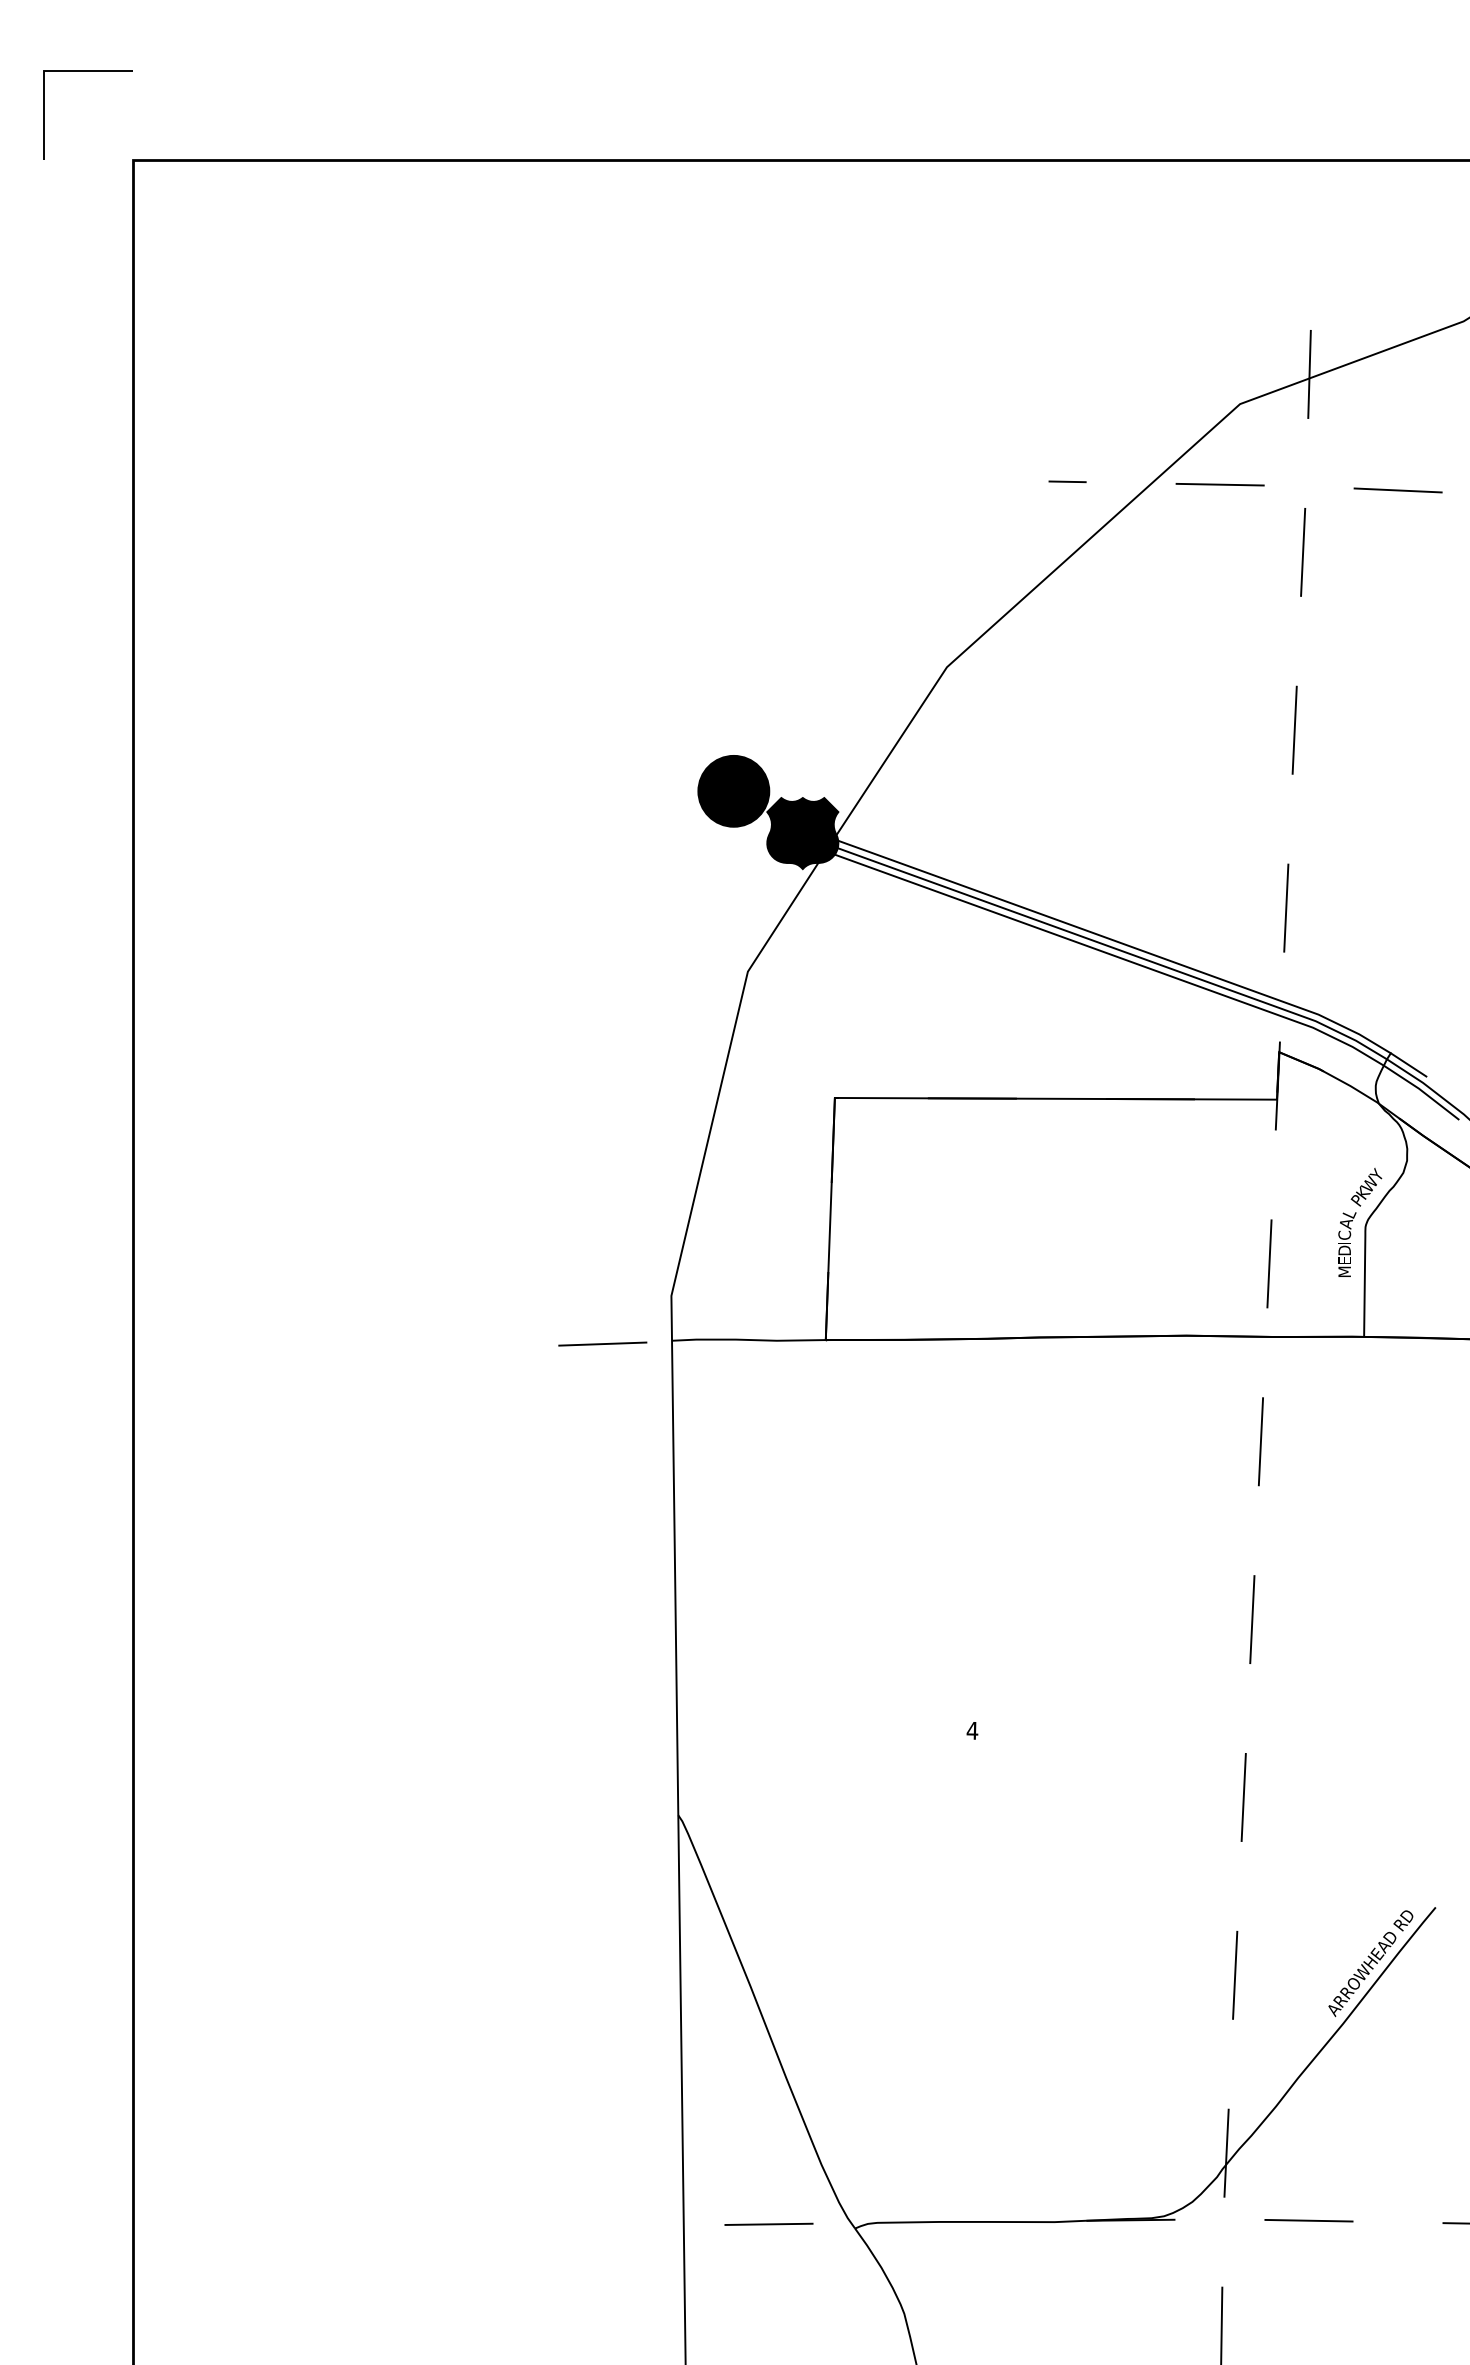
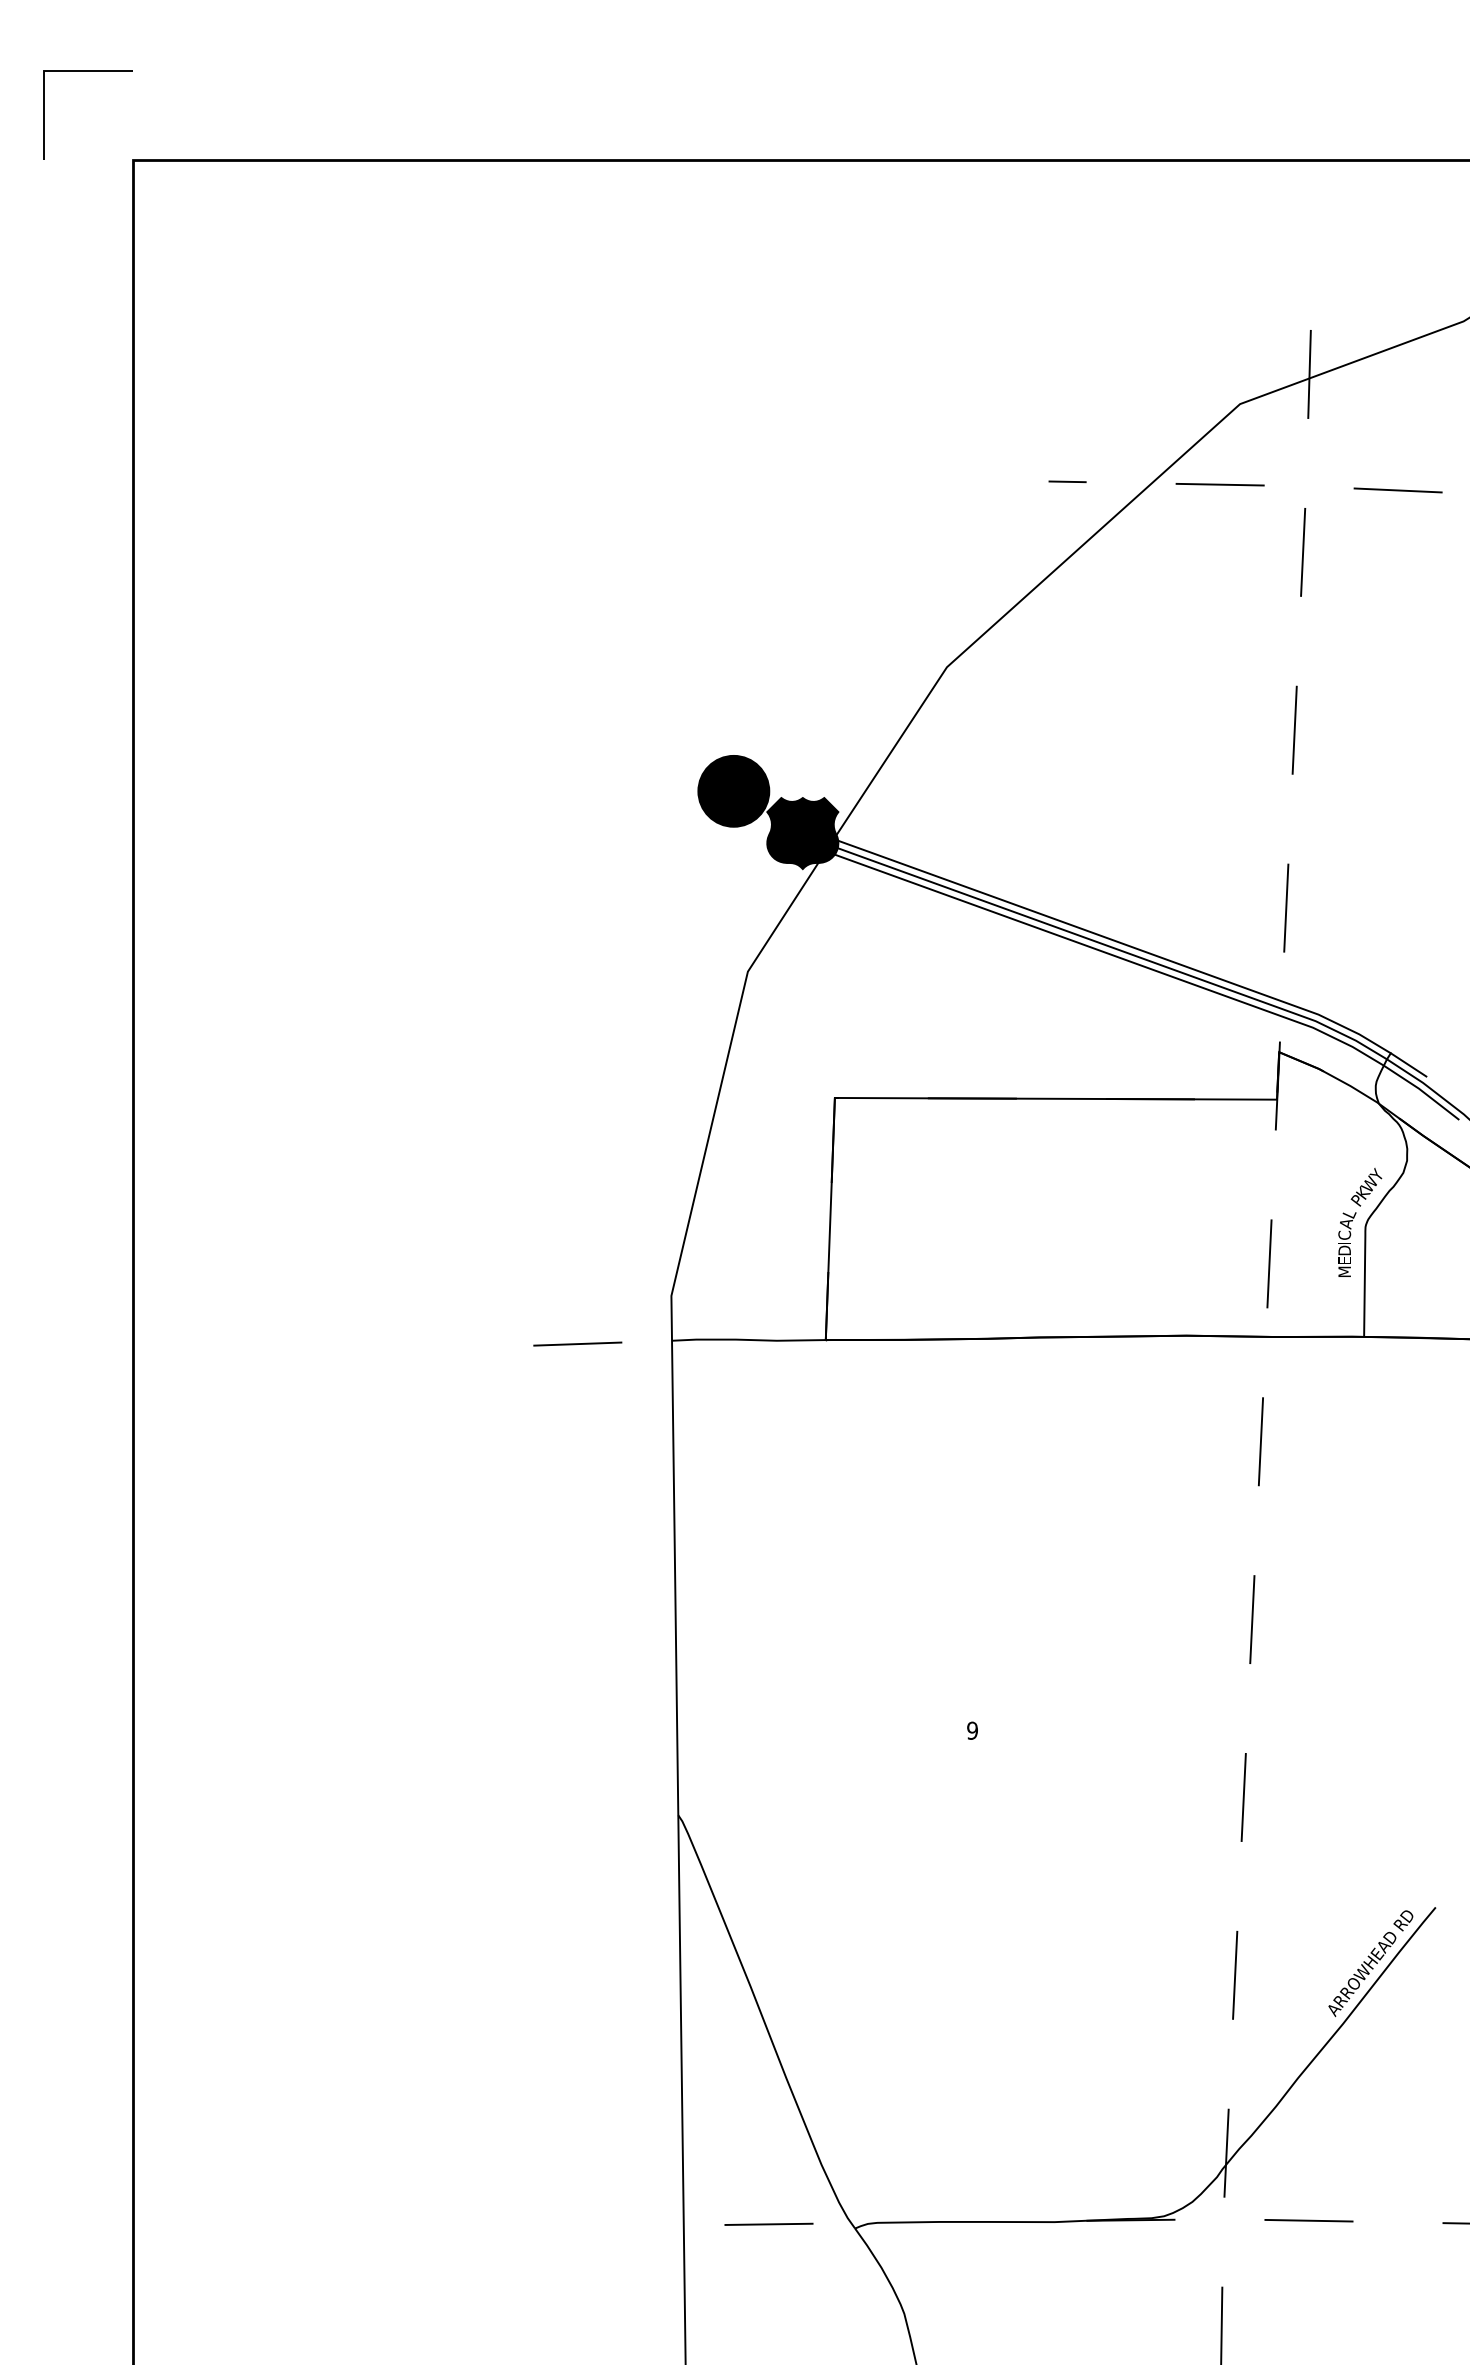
line at (602, 1343) position: (602, 1343) -> (577, 1343)
text at (972, 1730): 4 -> 9
